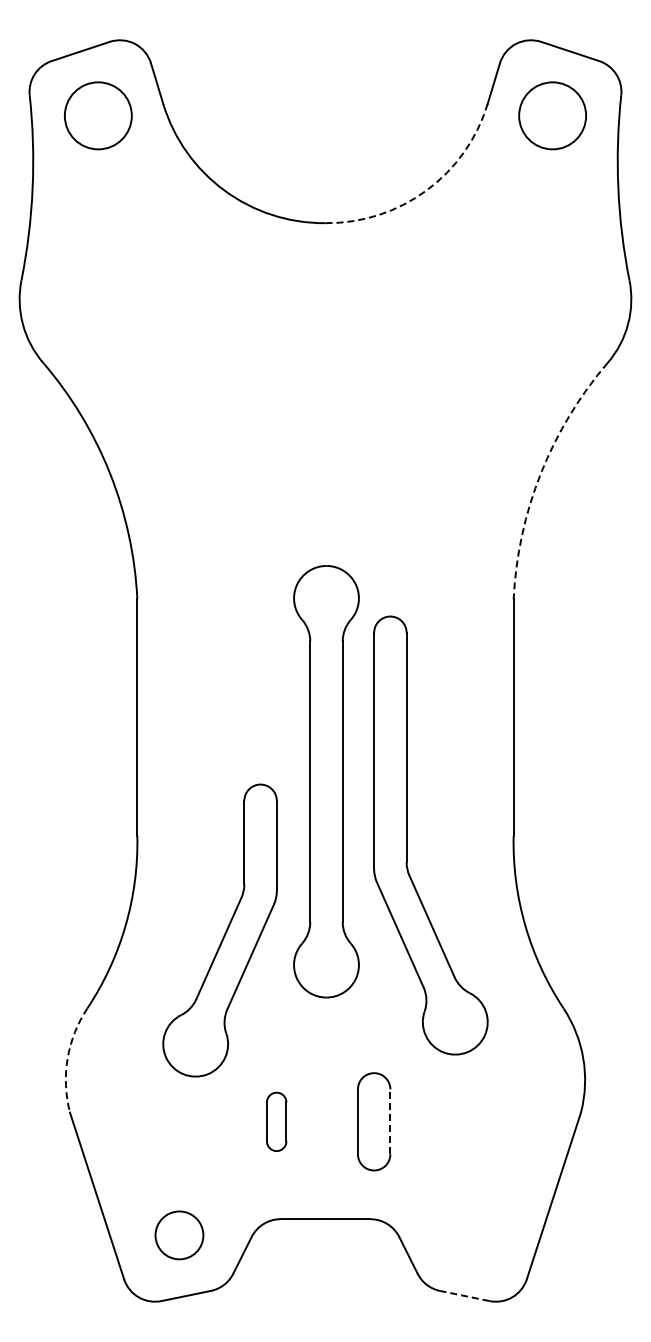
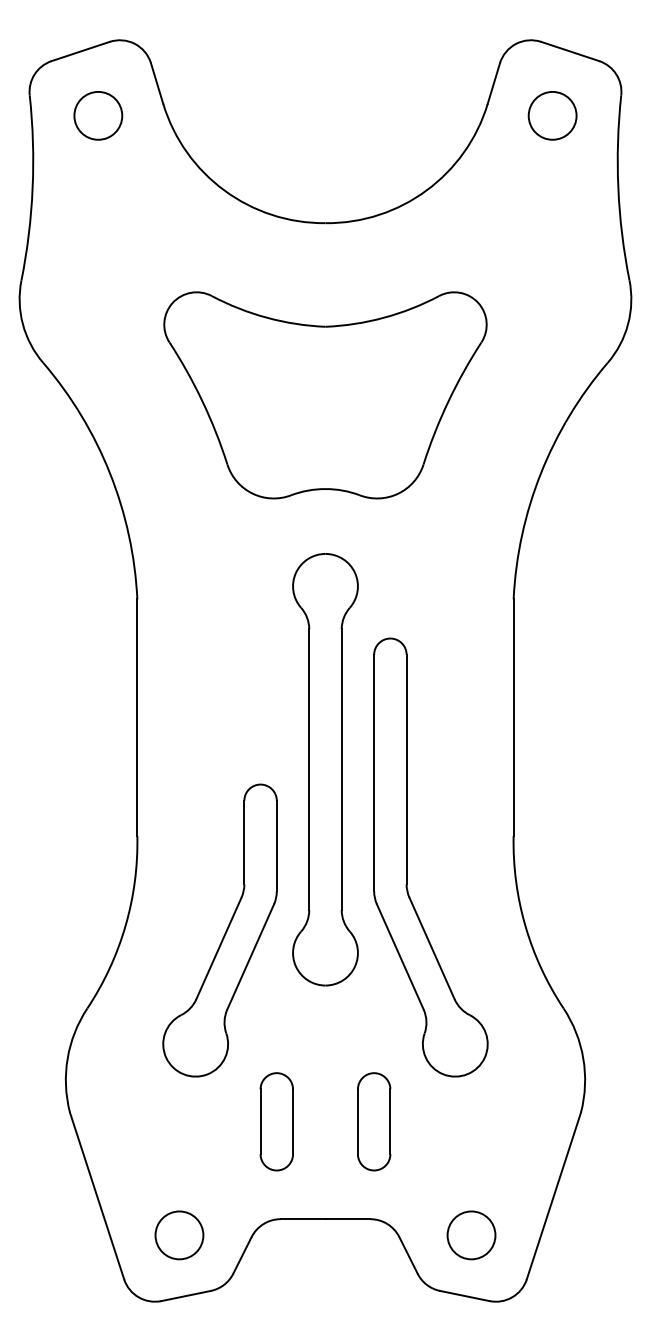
circle at (97, 115) diameter: 67 px -> 48 px
circle at (552, 115) diameter: 67 px -> 48 px
arc at (426, 190): dashed -> solid
part at (325, 395): none -> present
arc at (540, 473): dashed -> solid
part at (326, 781) position: (326, 781) -> (325, 769)
part at (407, 835) position: (407, 835) -> (407, 857)
arc at (67, 1058): dashed -> solid
part at (276, 1121) size: 22x61 px -> 35x100 px
line at (390, 1121): dashed -> solid
circle at (471, 1235): none -> present
line at (464, 1295): dashed -> solid
